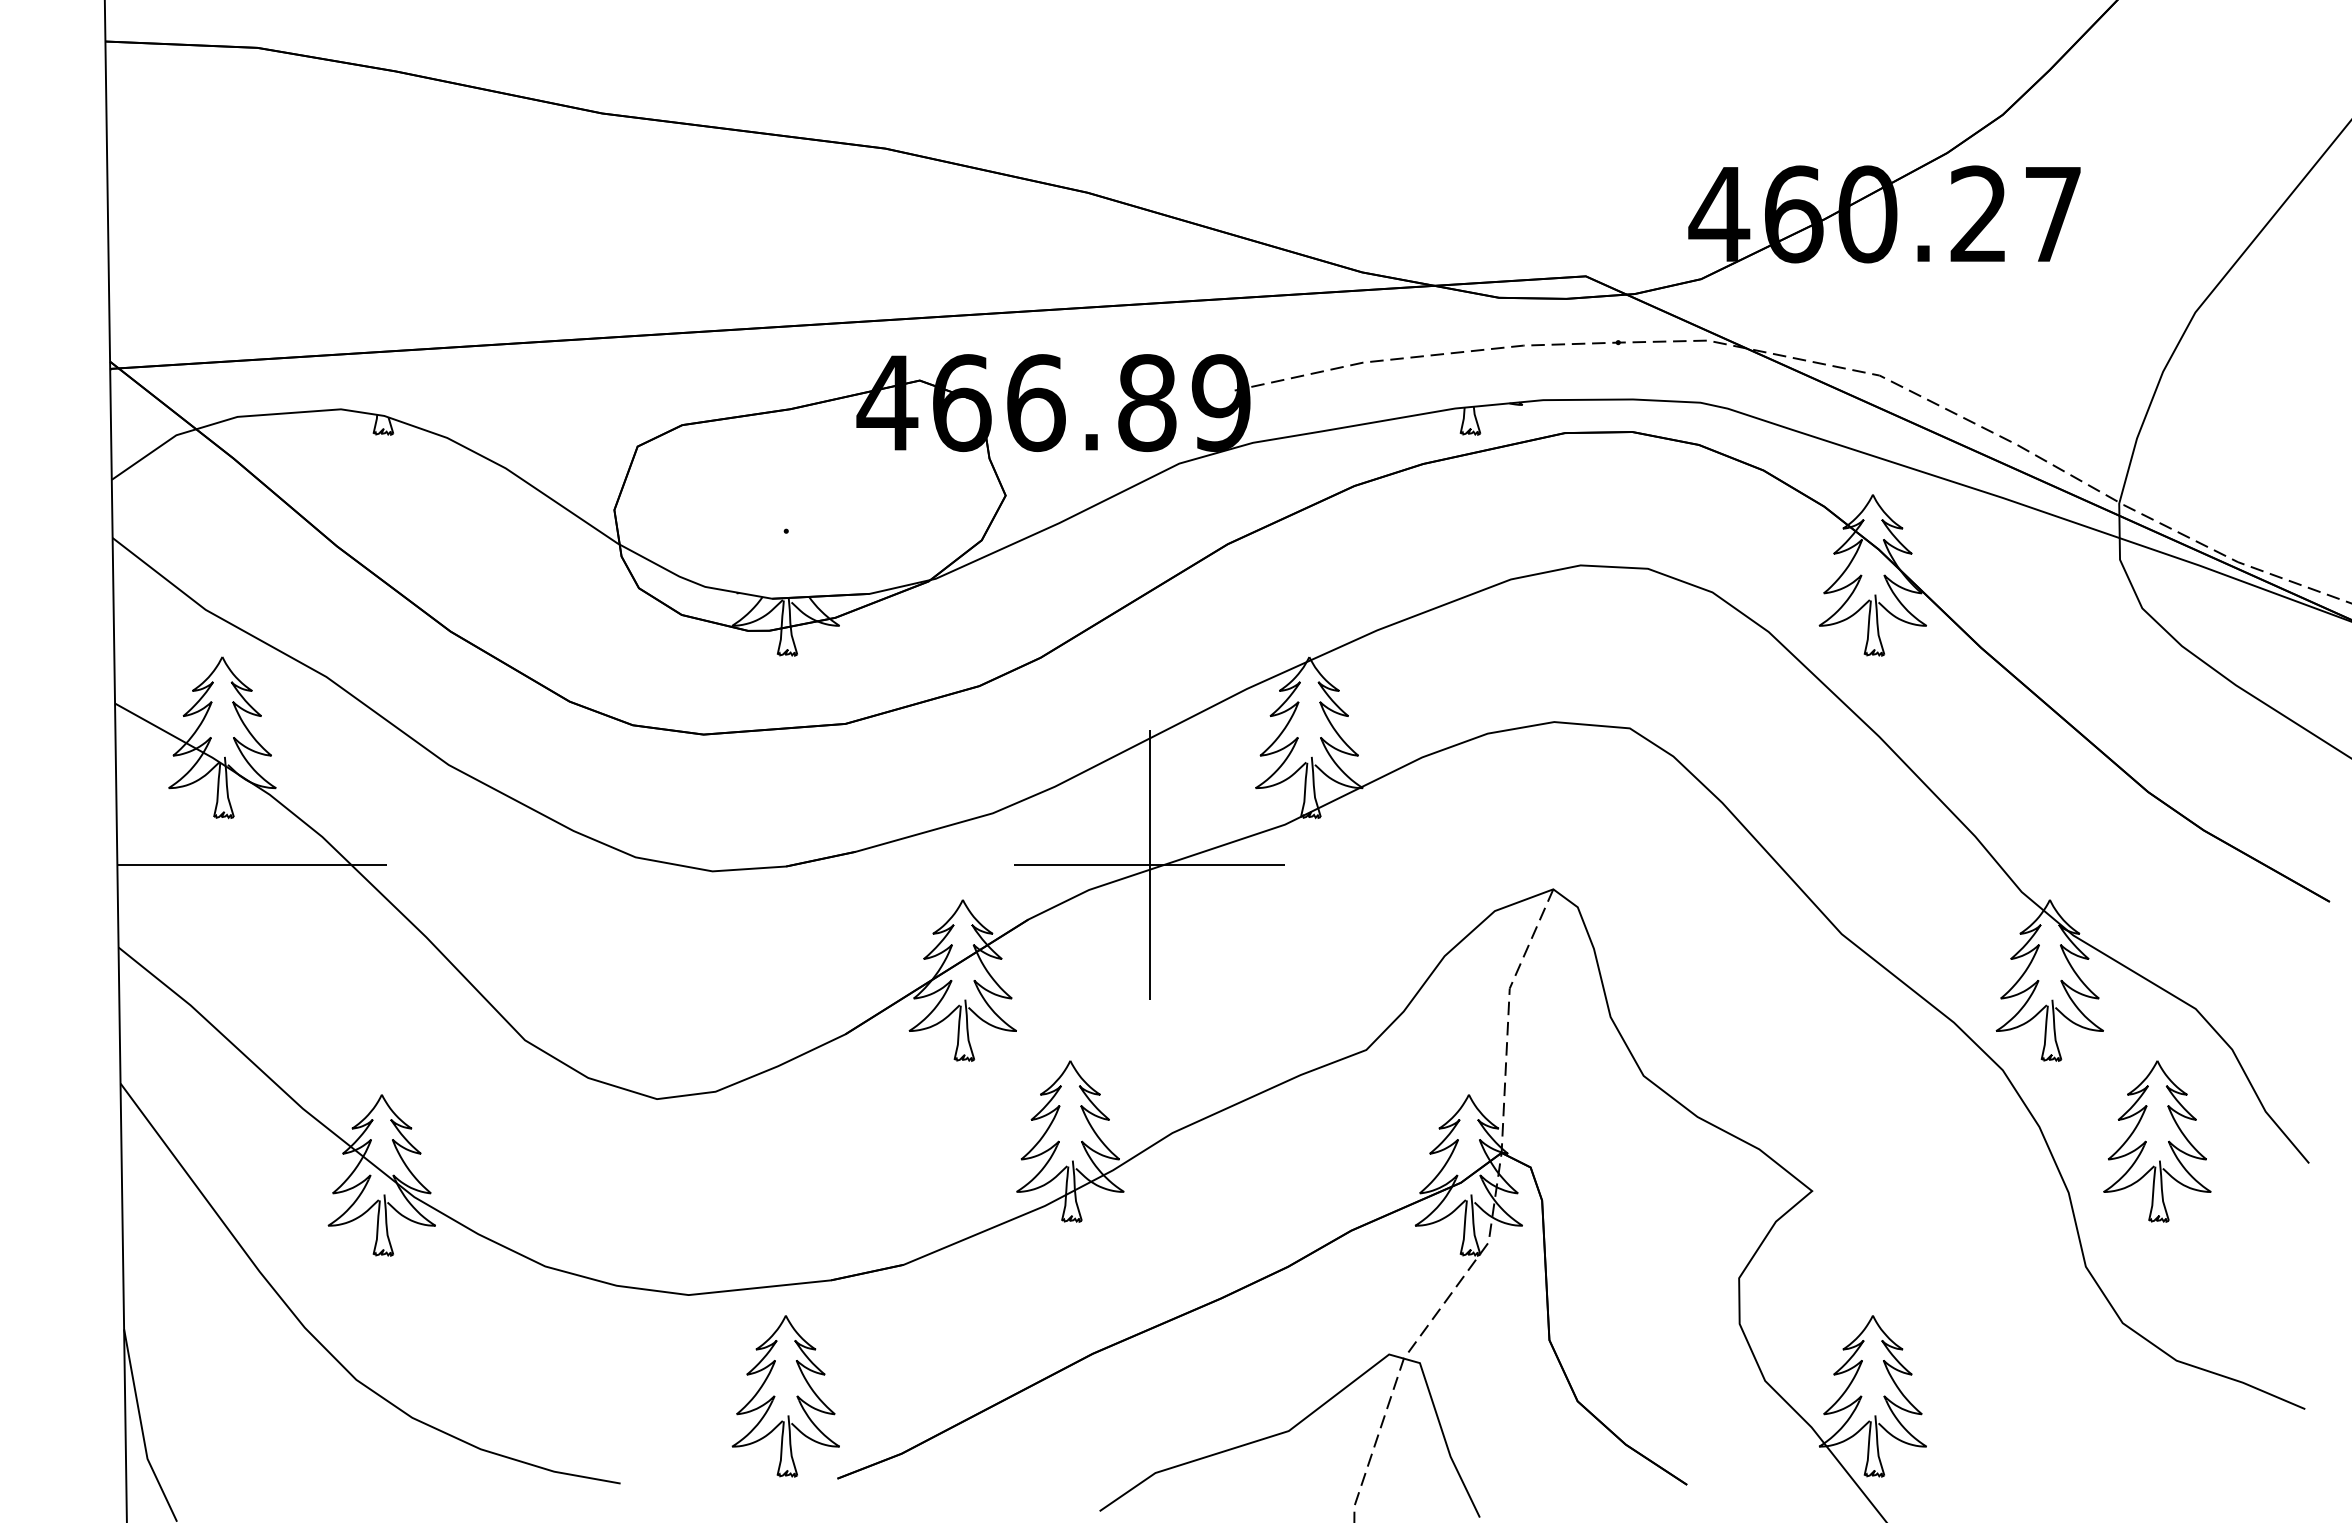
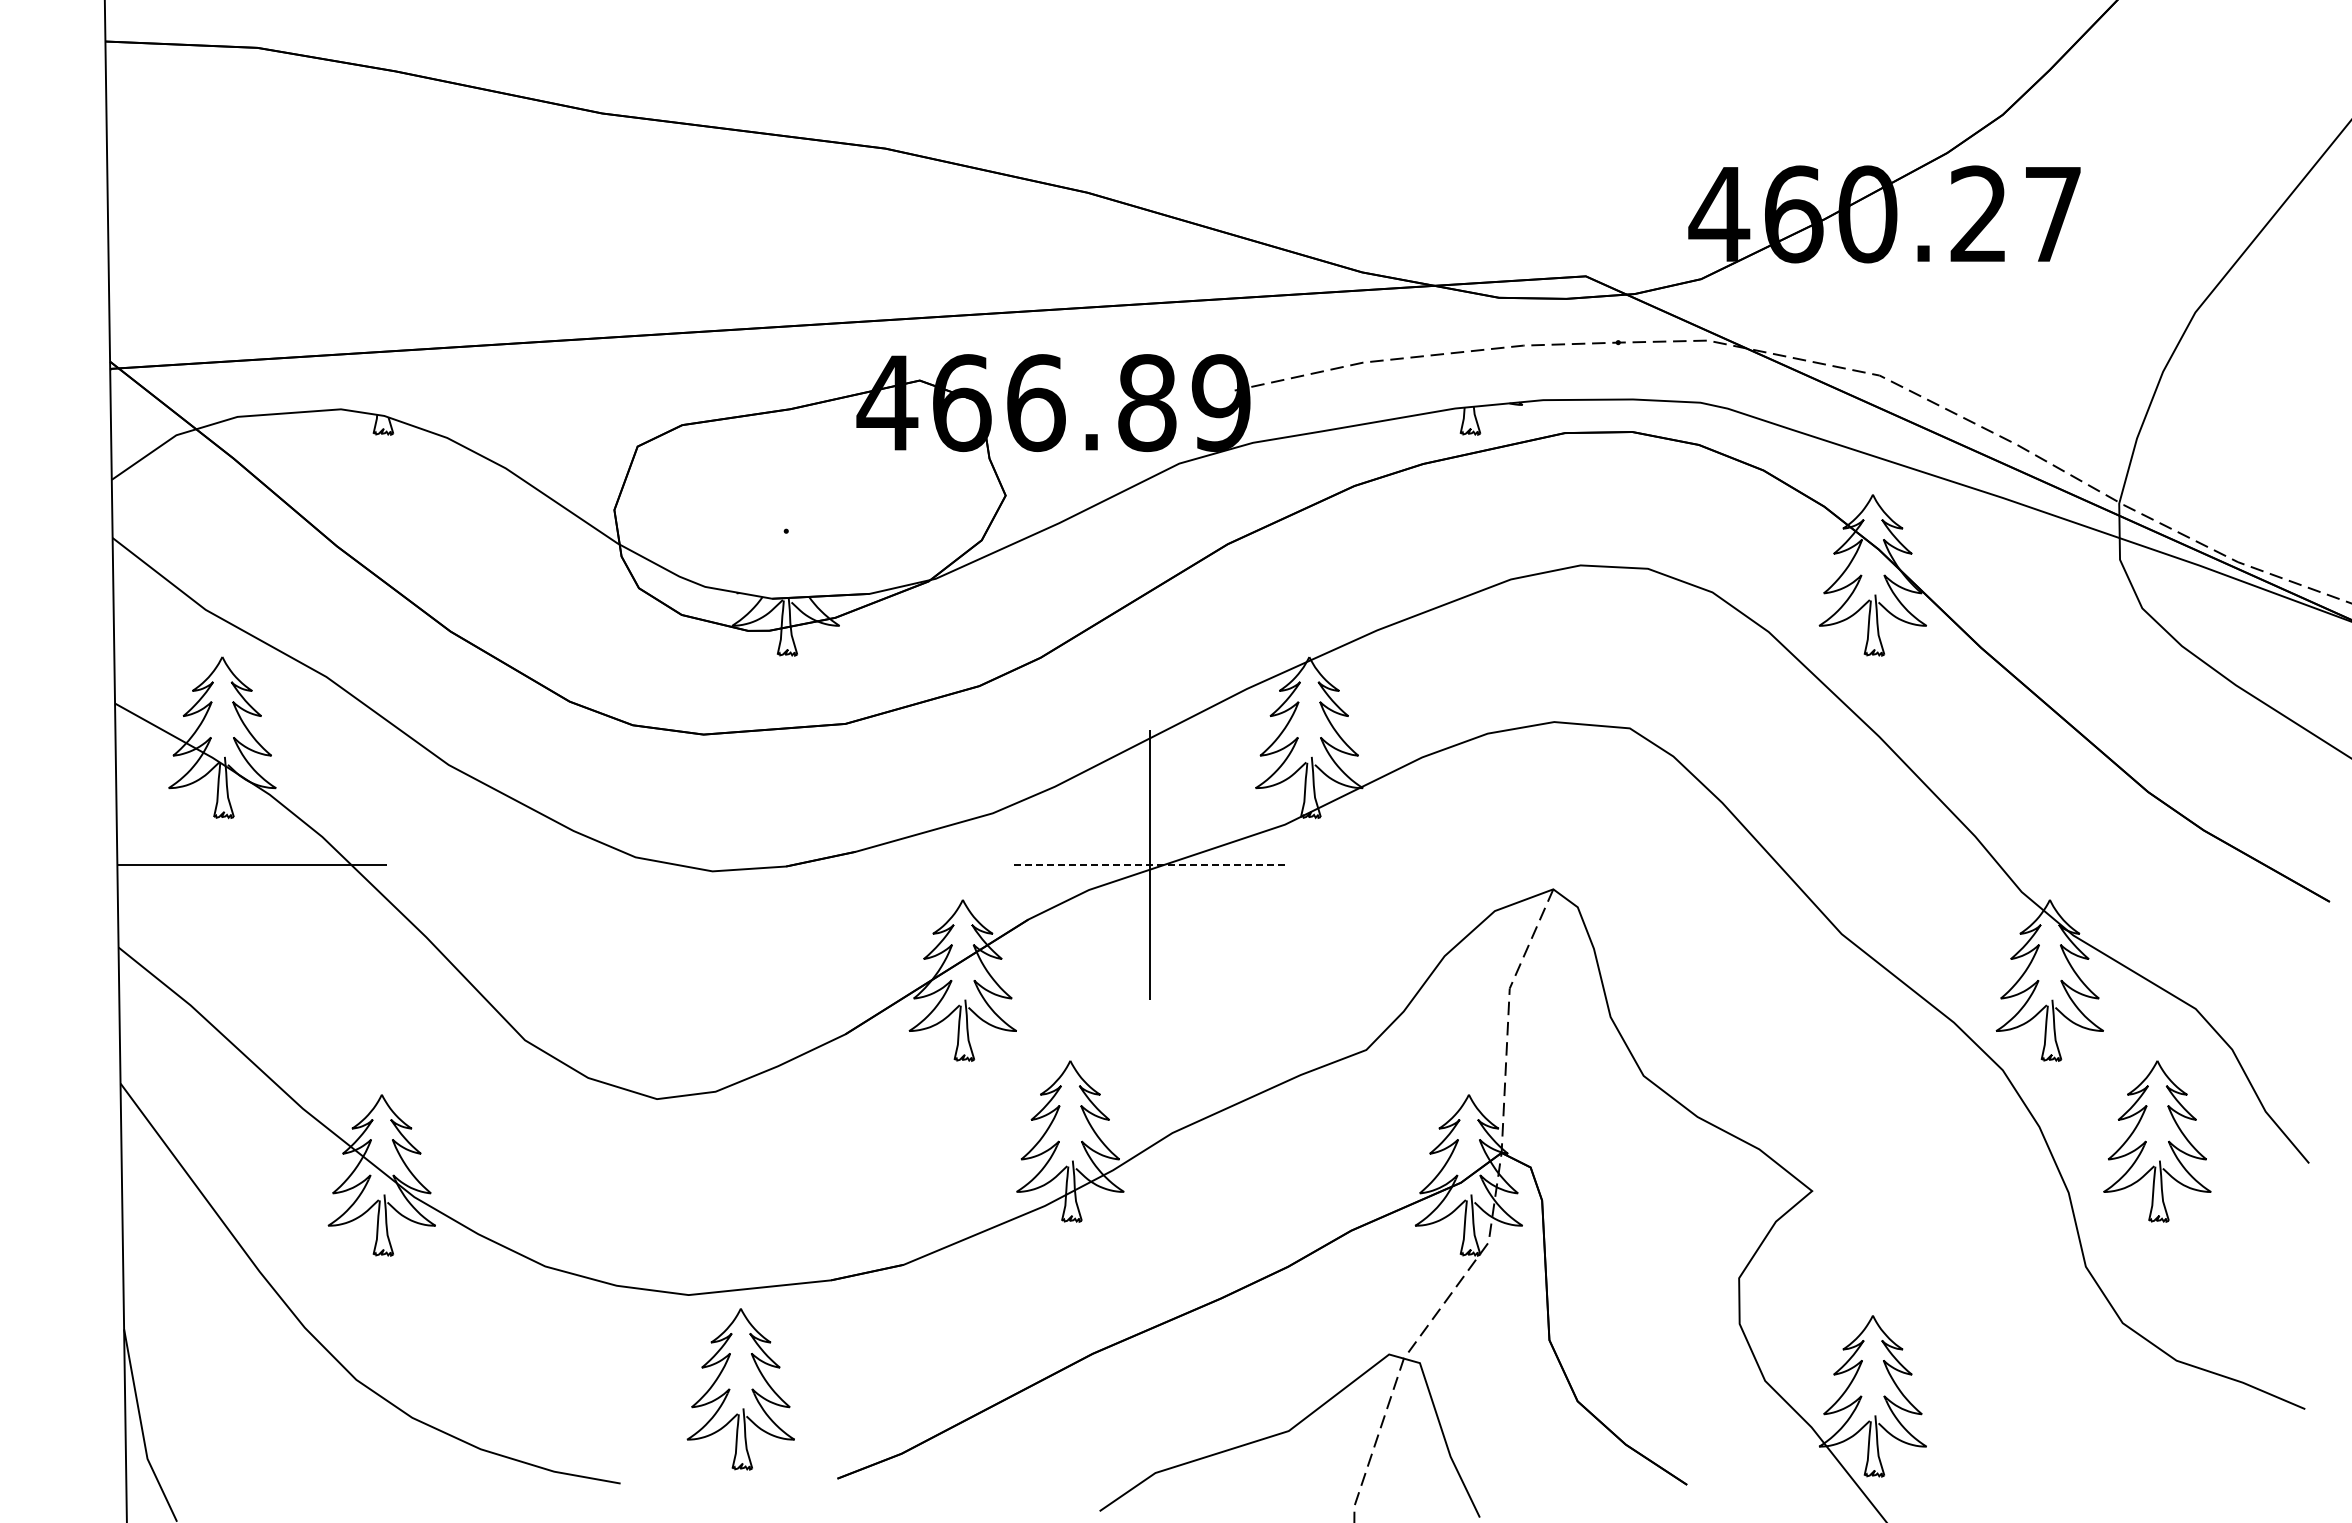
line at (1149, 865): solid -> dashed
part at (785, 1396) position: (785, 1396) -> (740, 1389)
